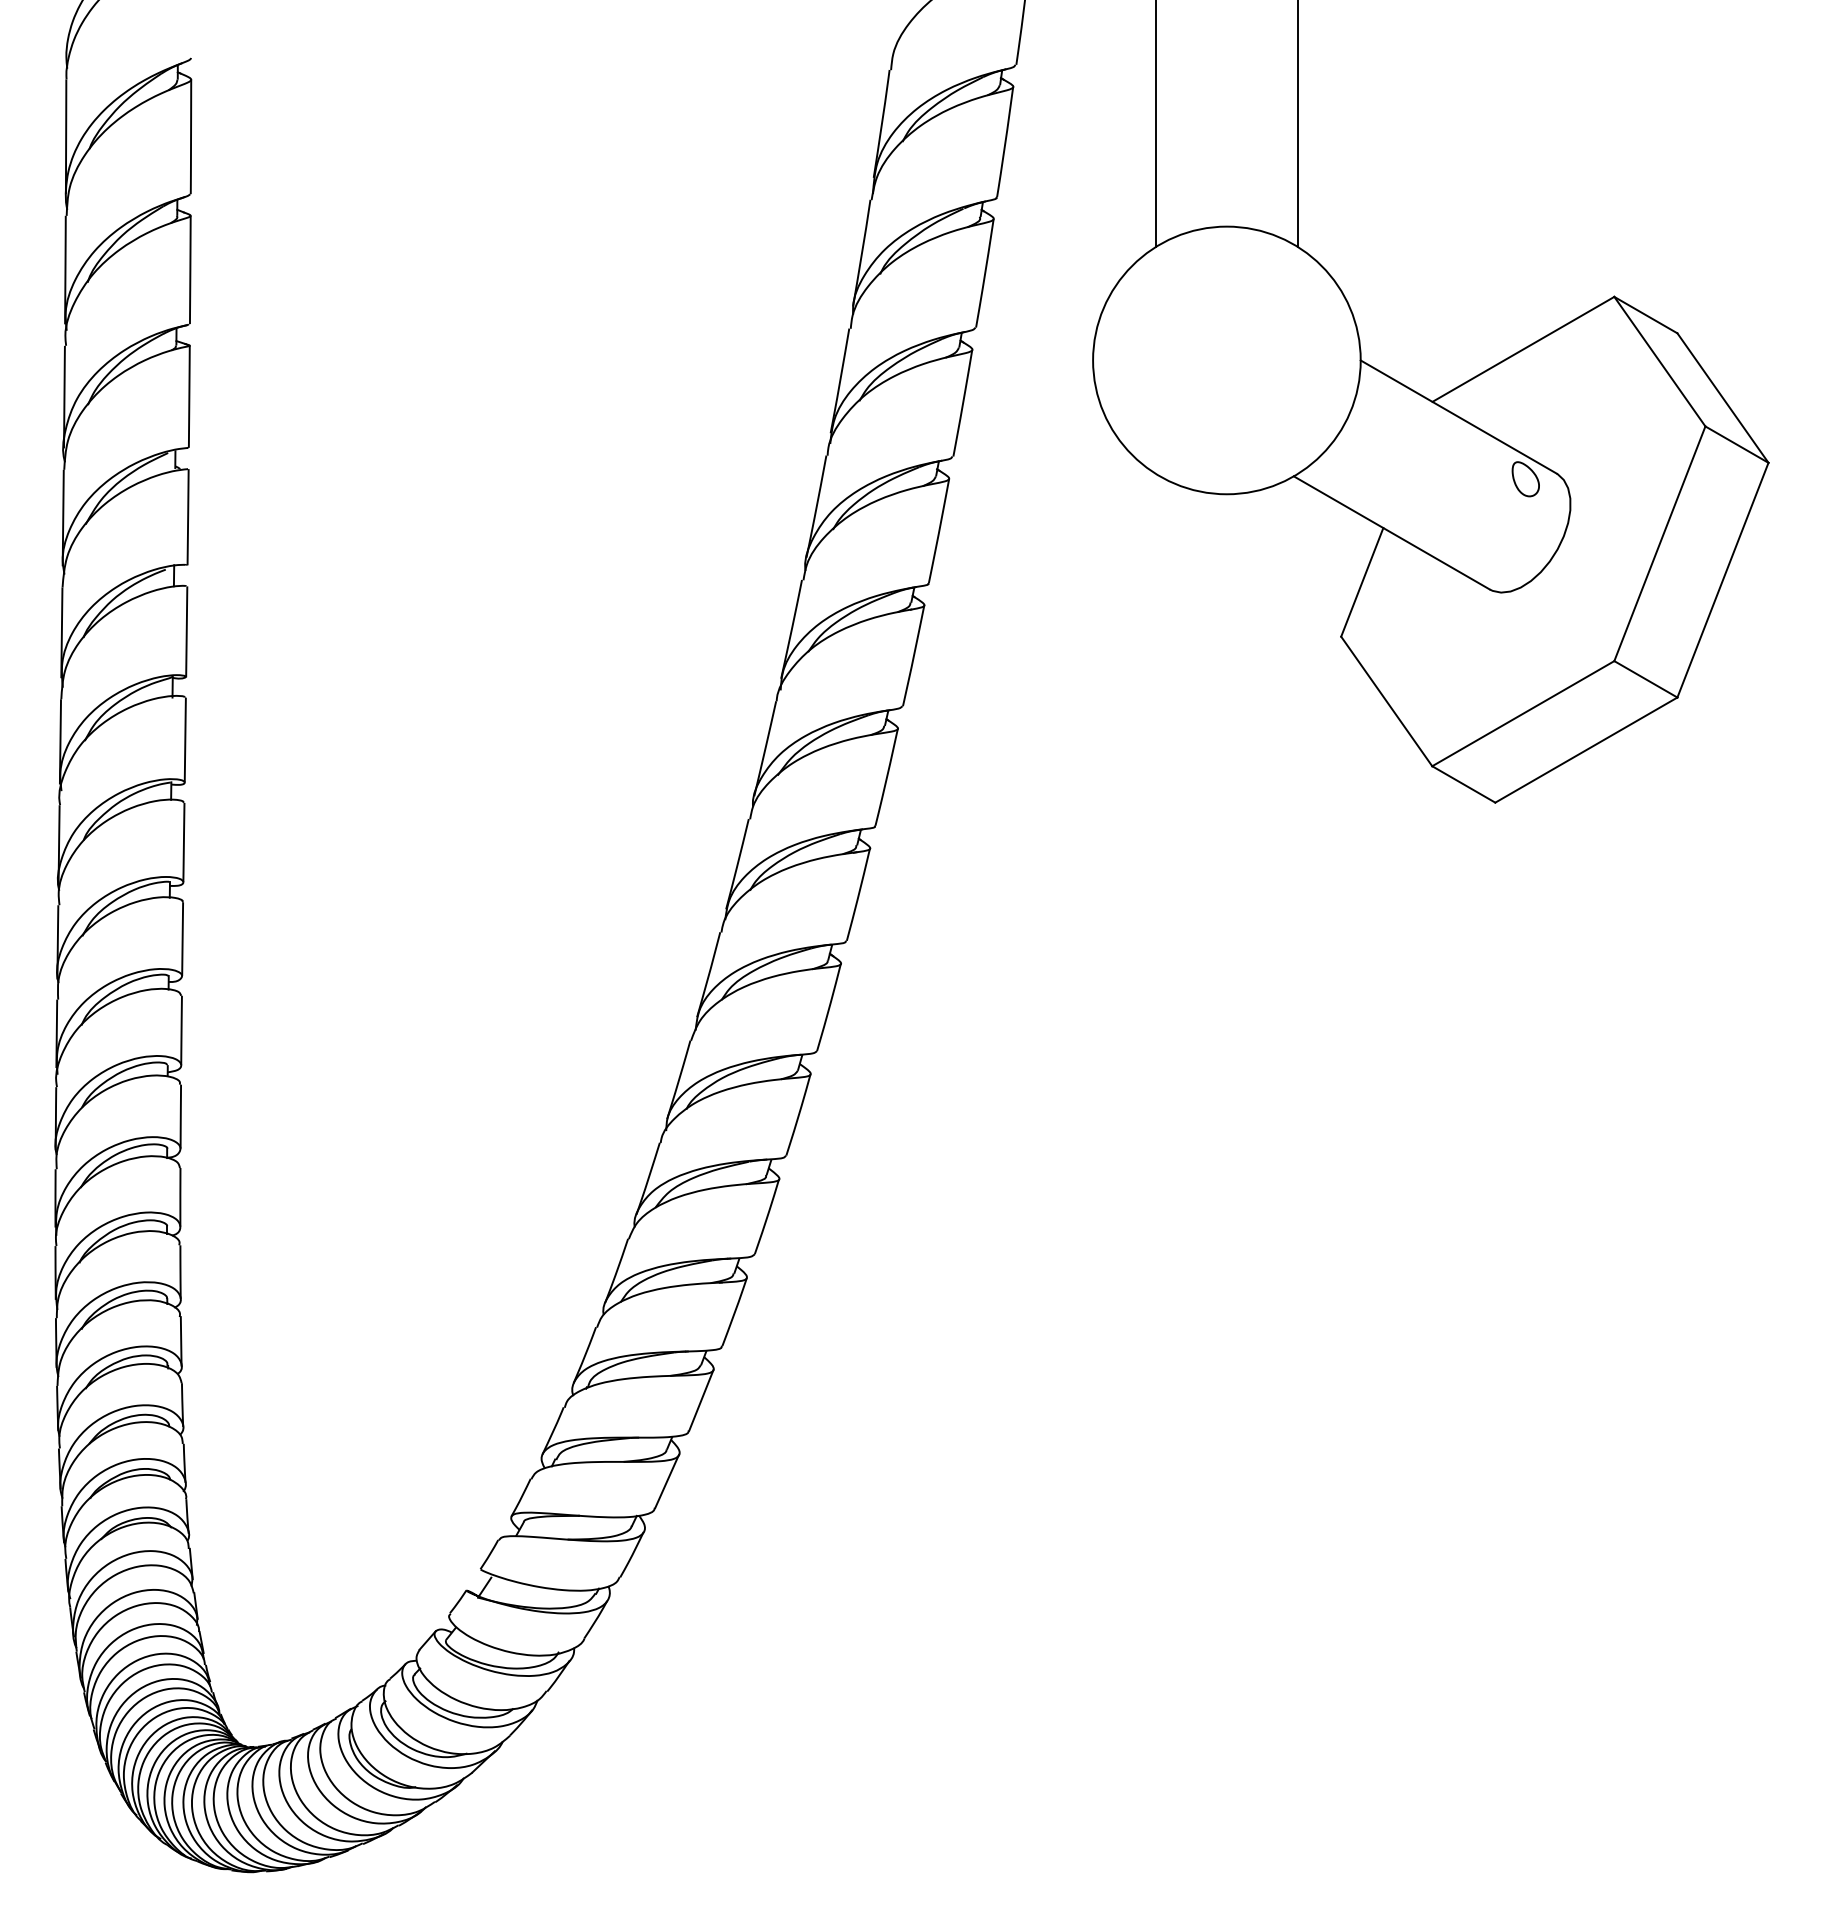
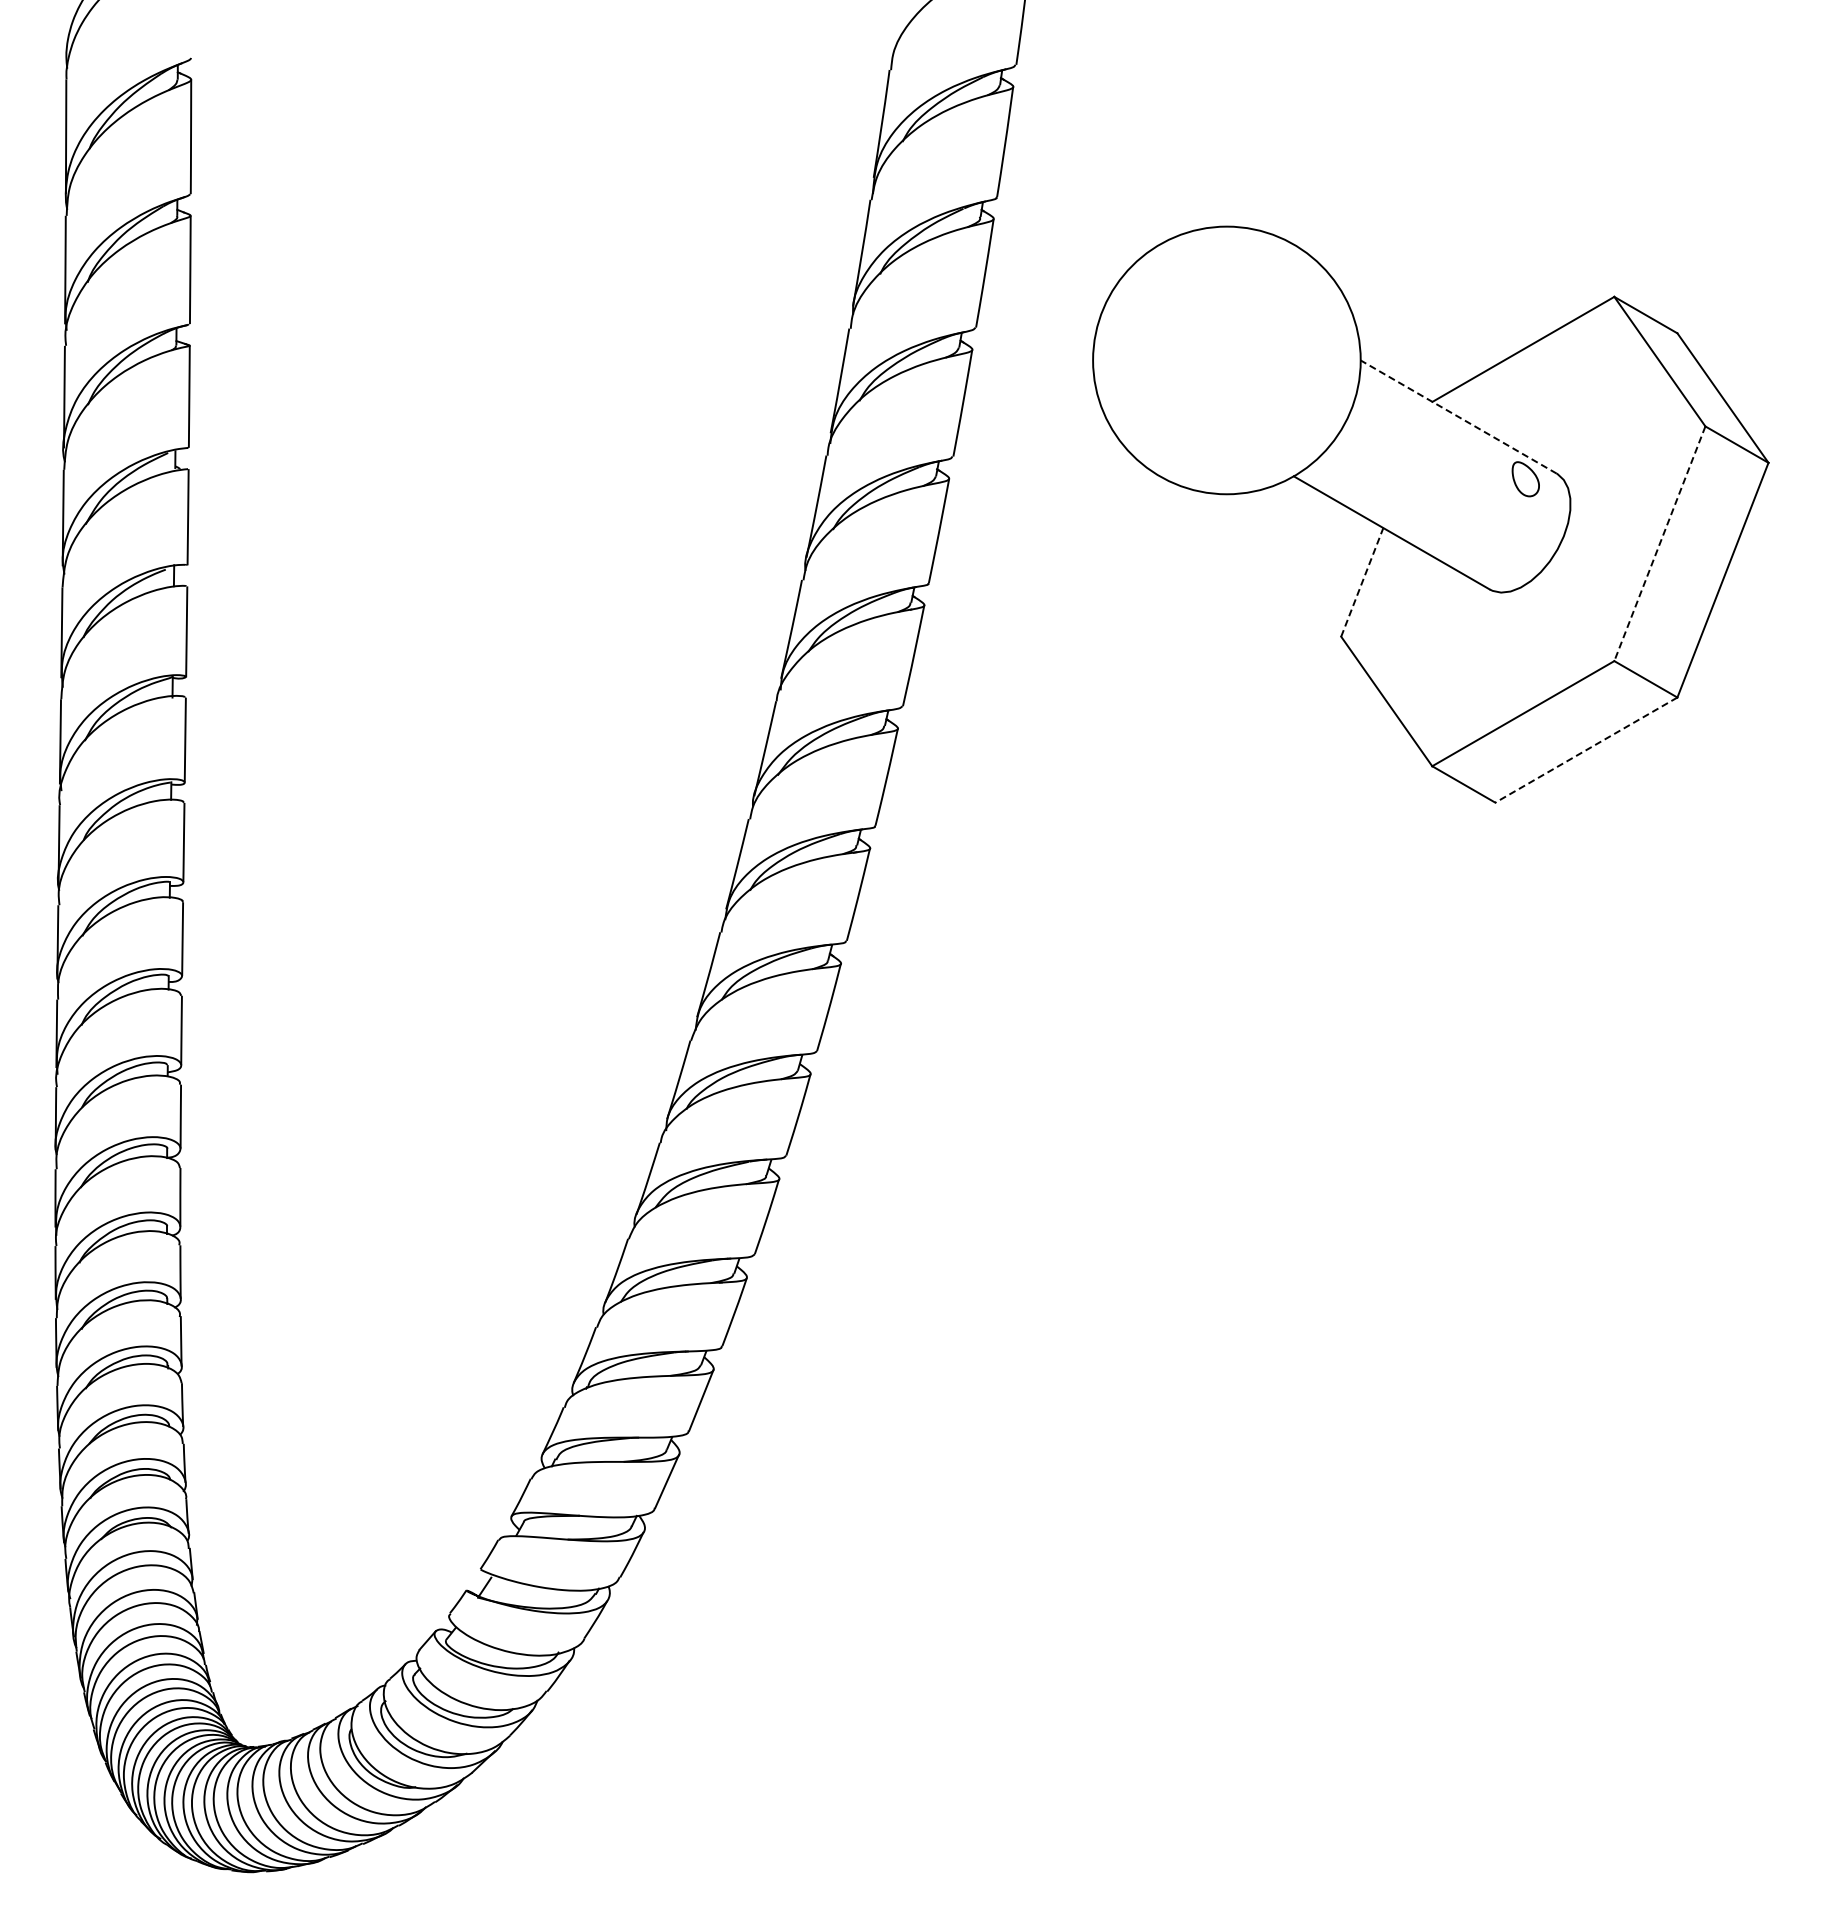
line at (1155, 124): present -> none
line at (1298, 124): present -> none
line at (1458, 416): solid -> dashed
line at (1659, 543): solid -> dashed
line at (1362, 581): solid -> dashed
line at (1585, 750): solid -> dashed
